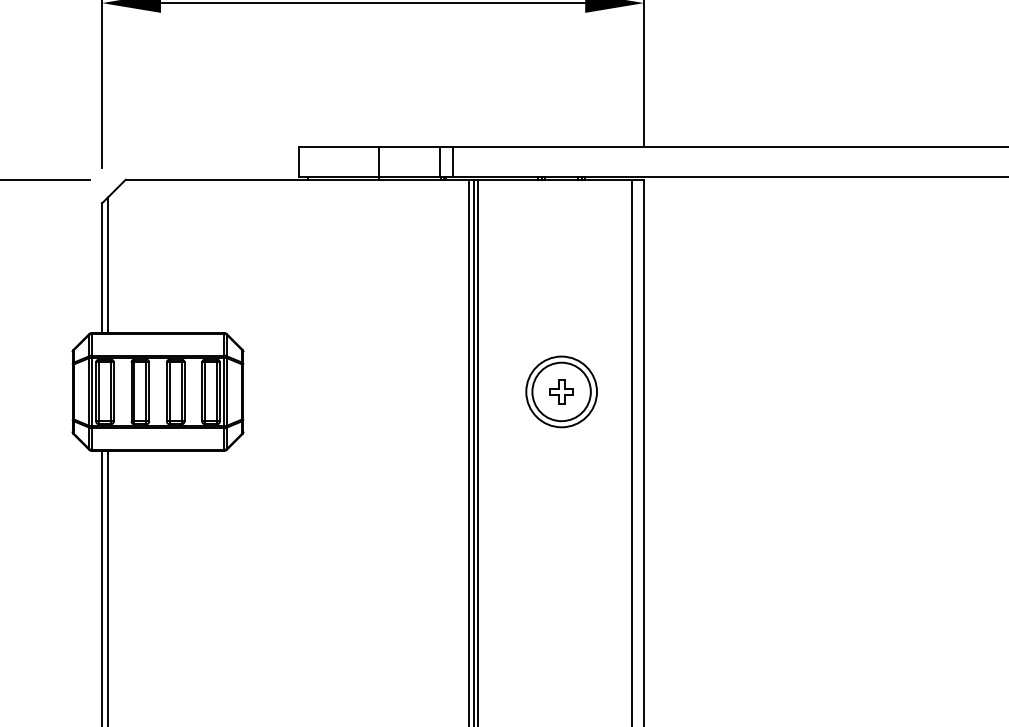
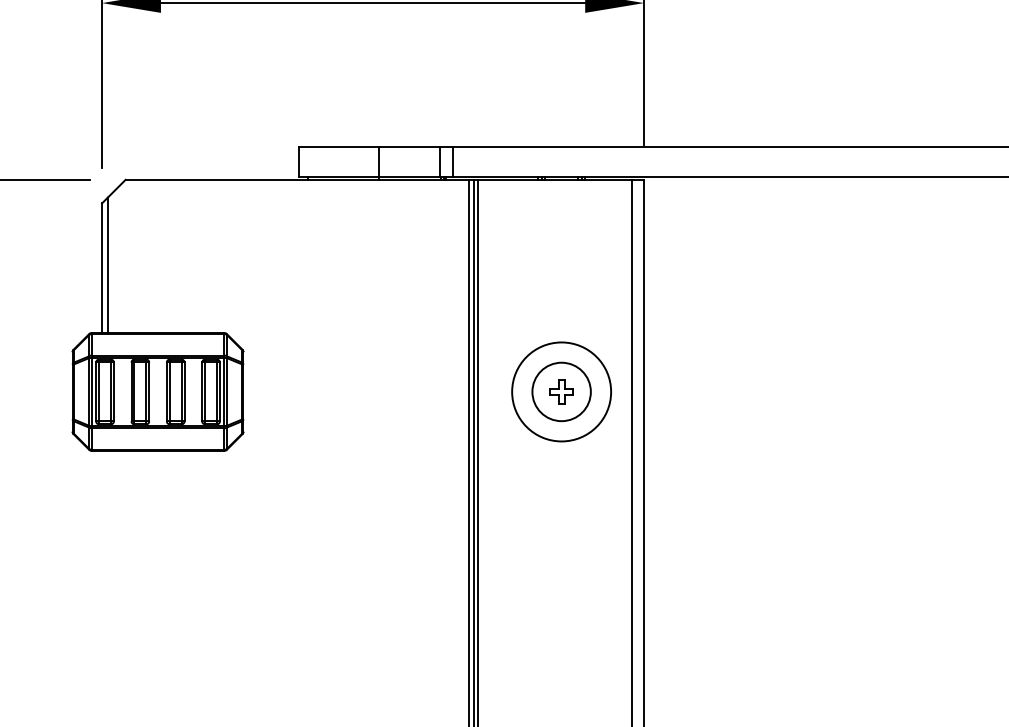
circle at (561, 391) diameter: 71 px -> 99 px
line at (102, 586): present -> none
line at (107, 586): present -> none
